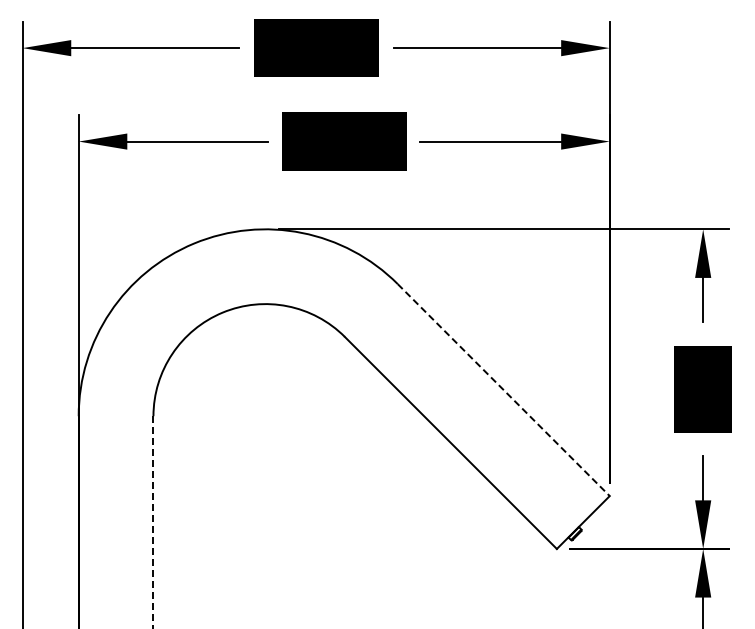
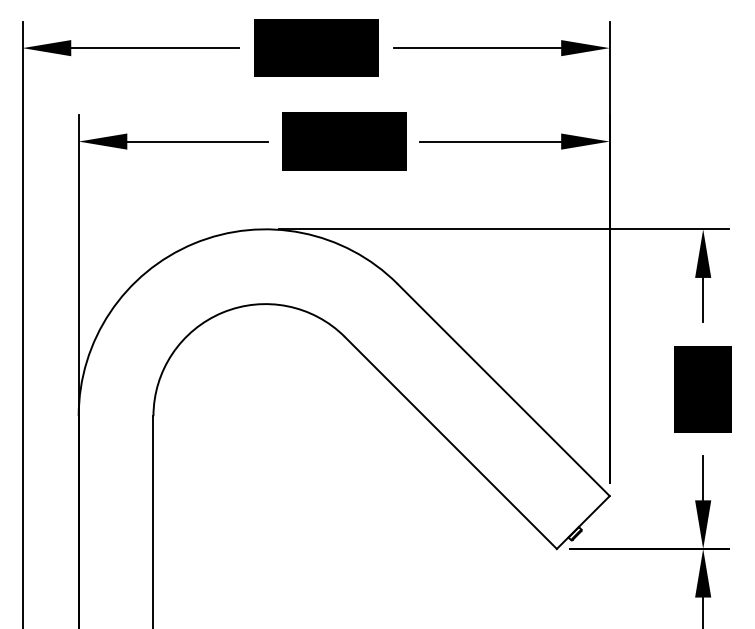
line at (503, 390): dashed -> solid
line at (153, 522): dashed -> solid
